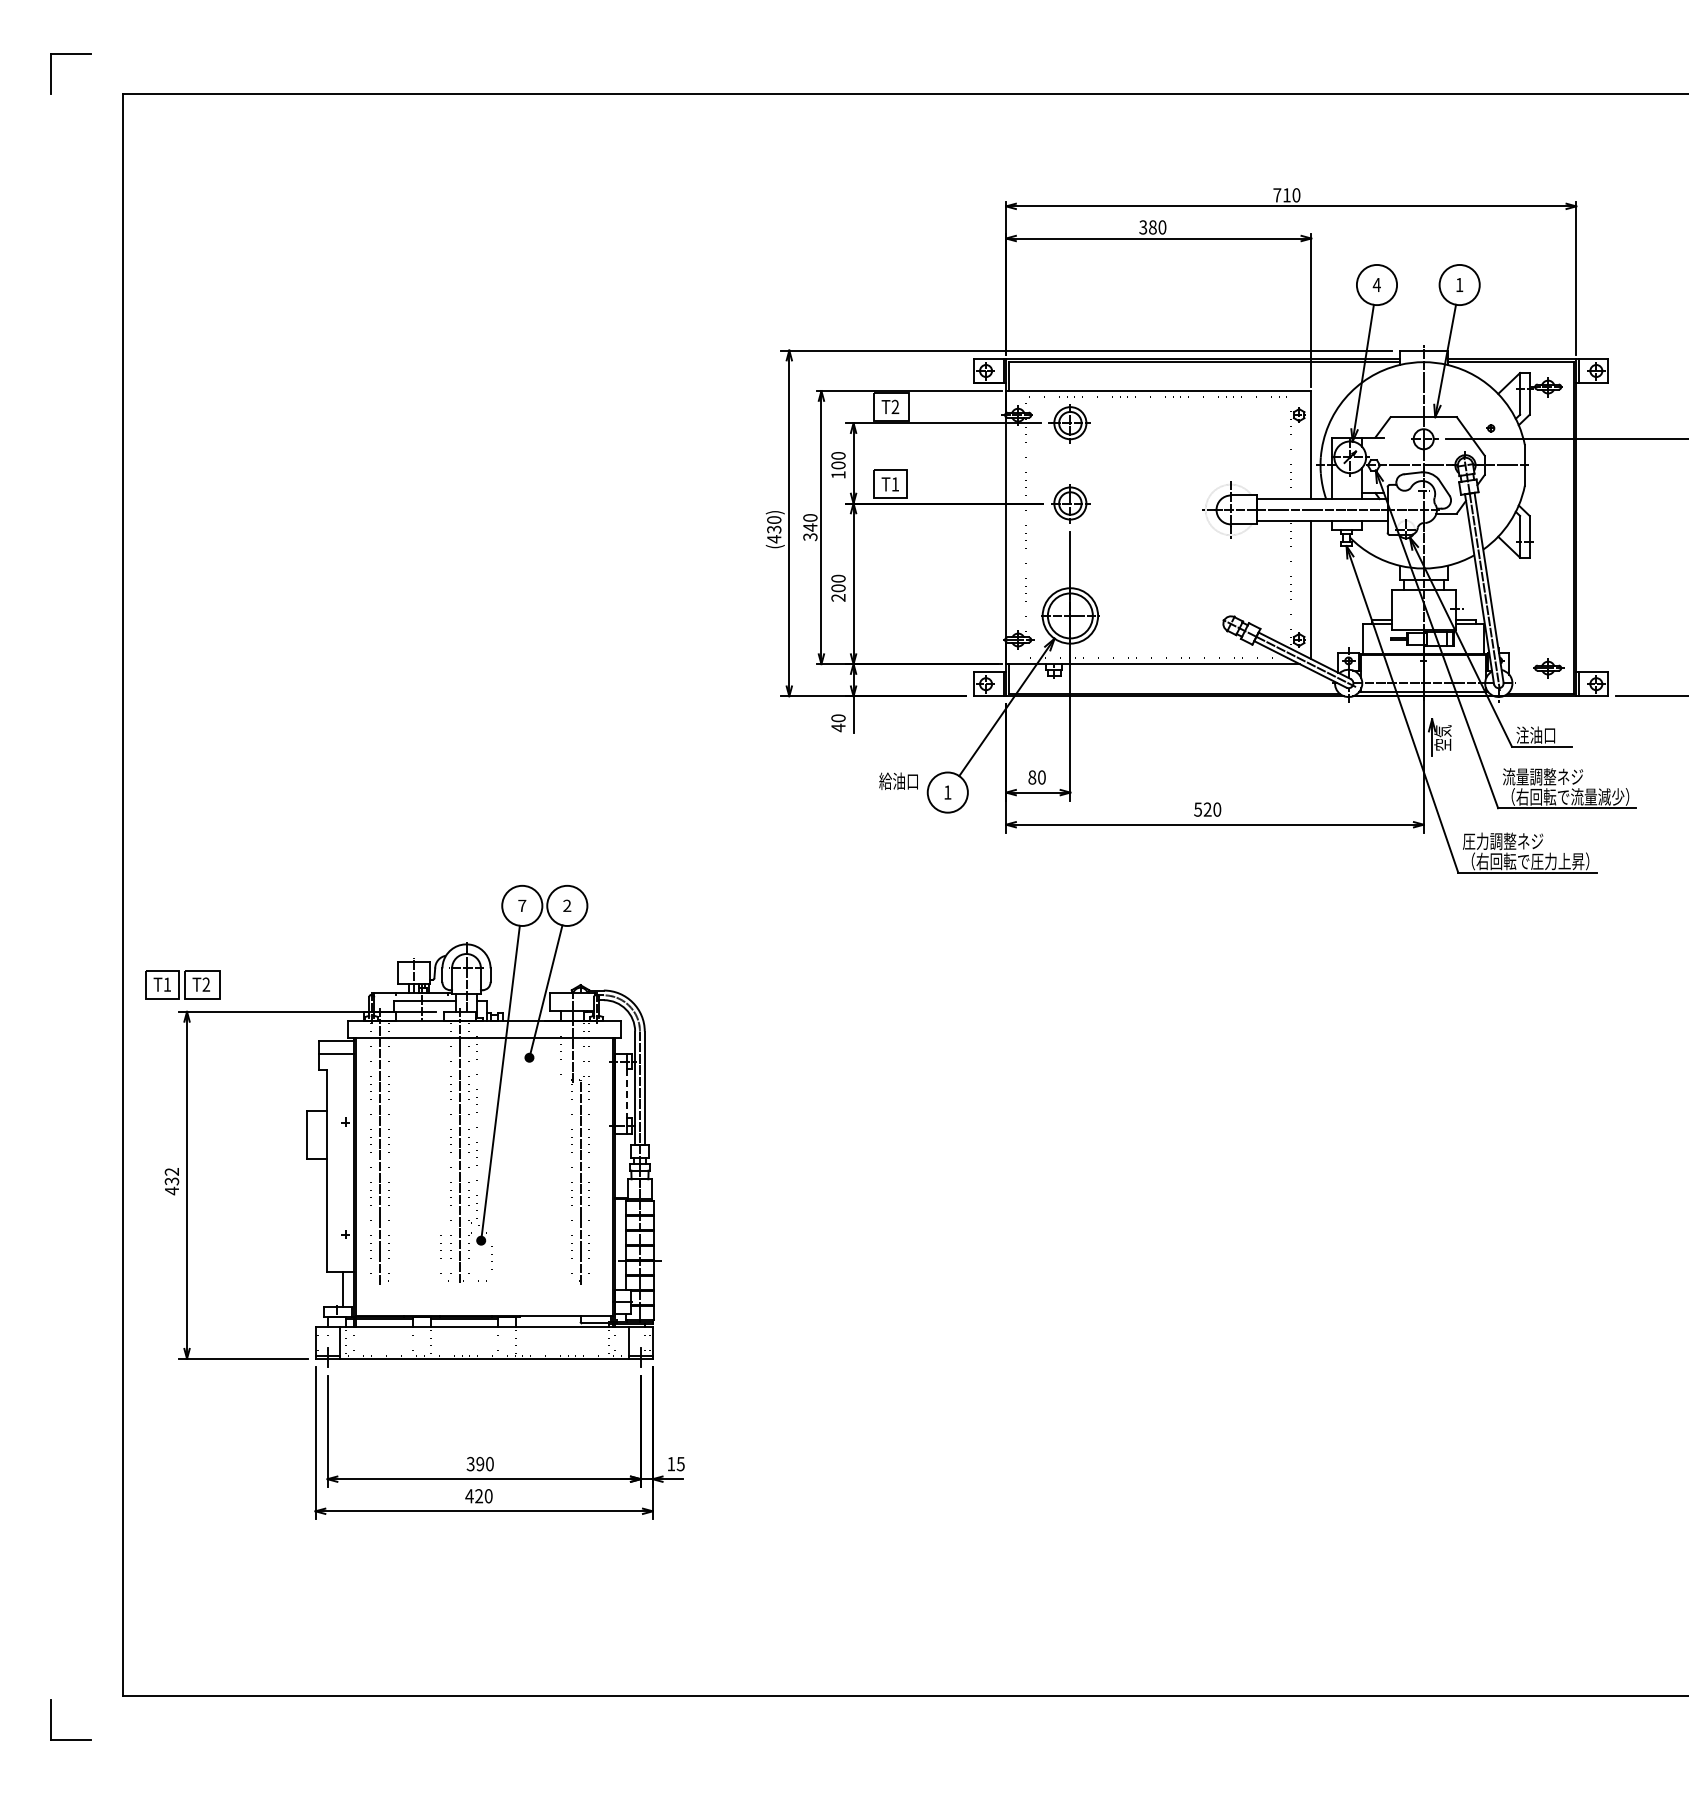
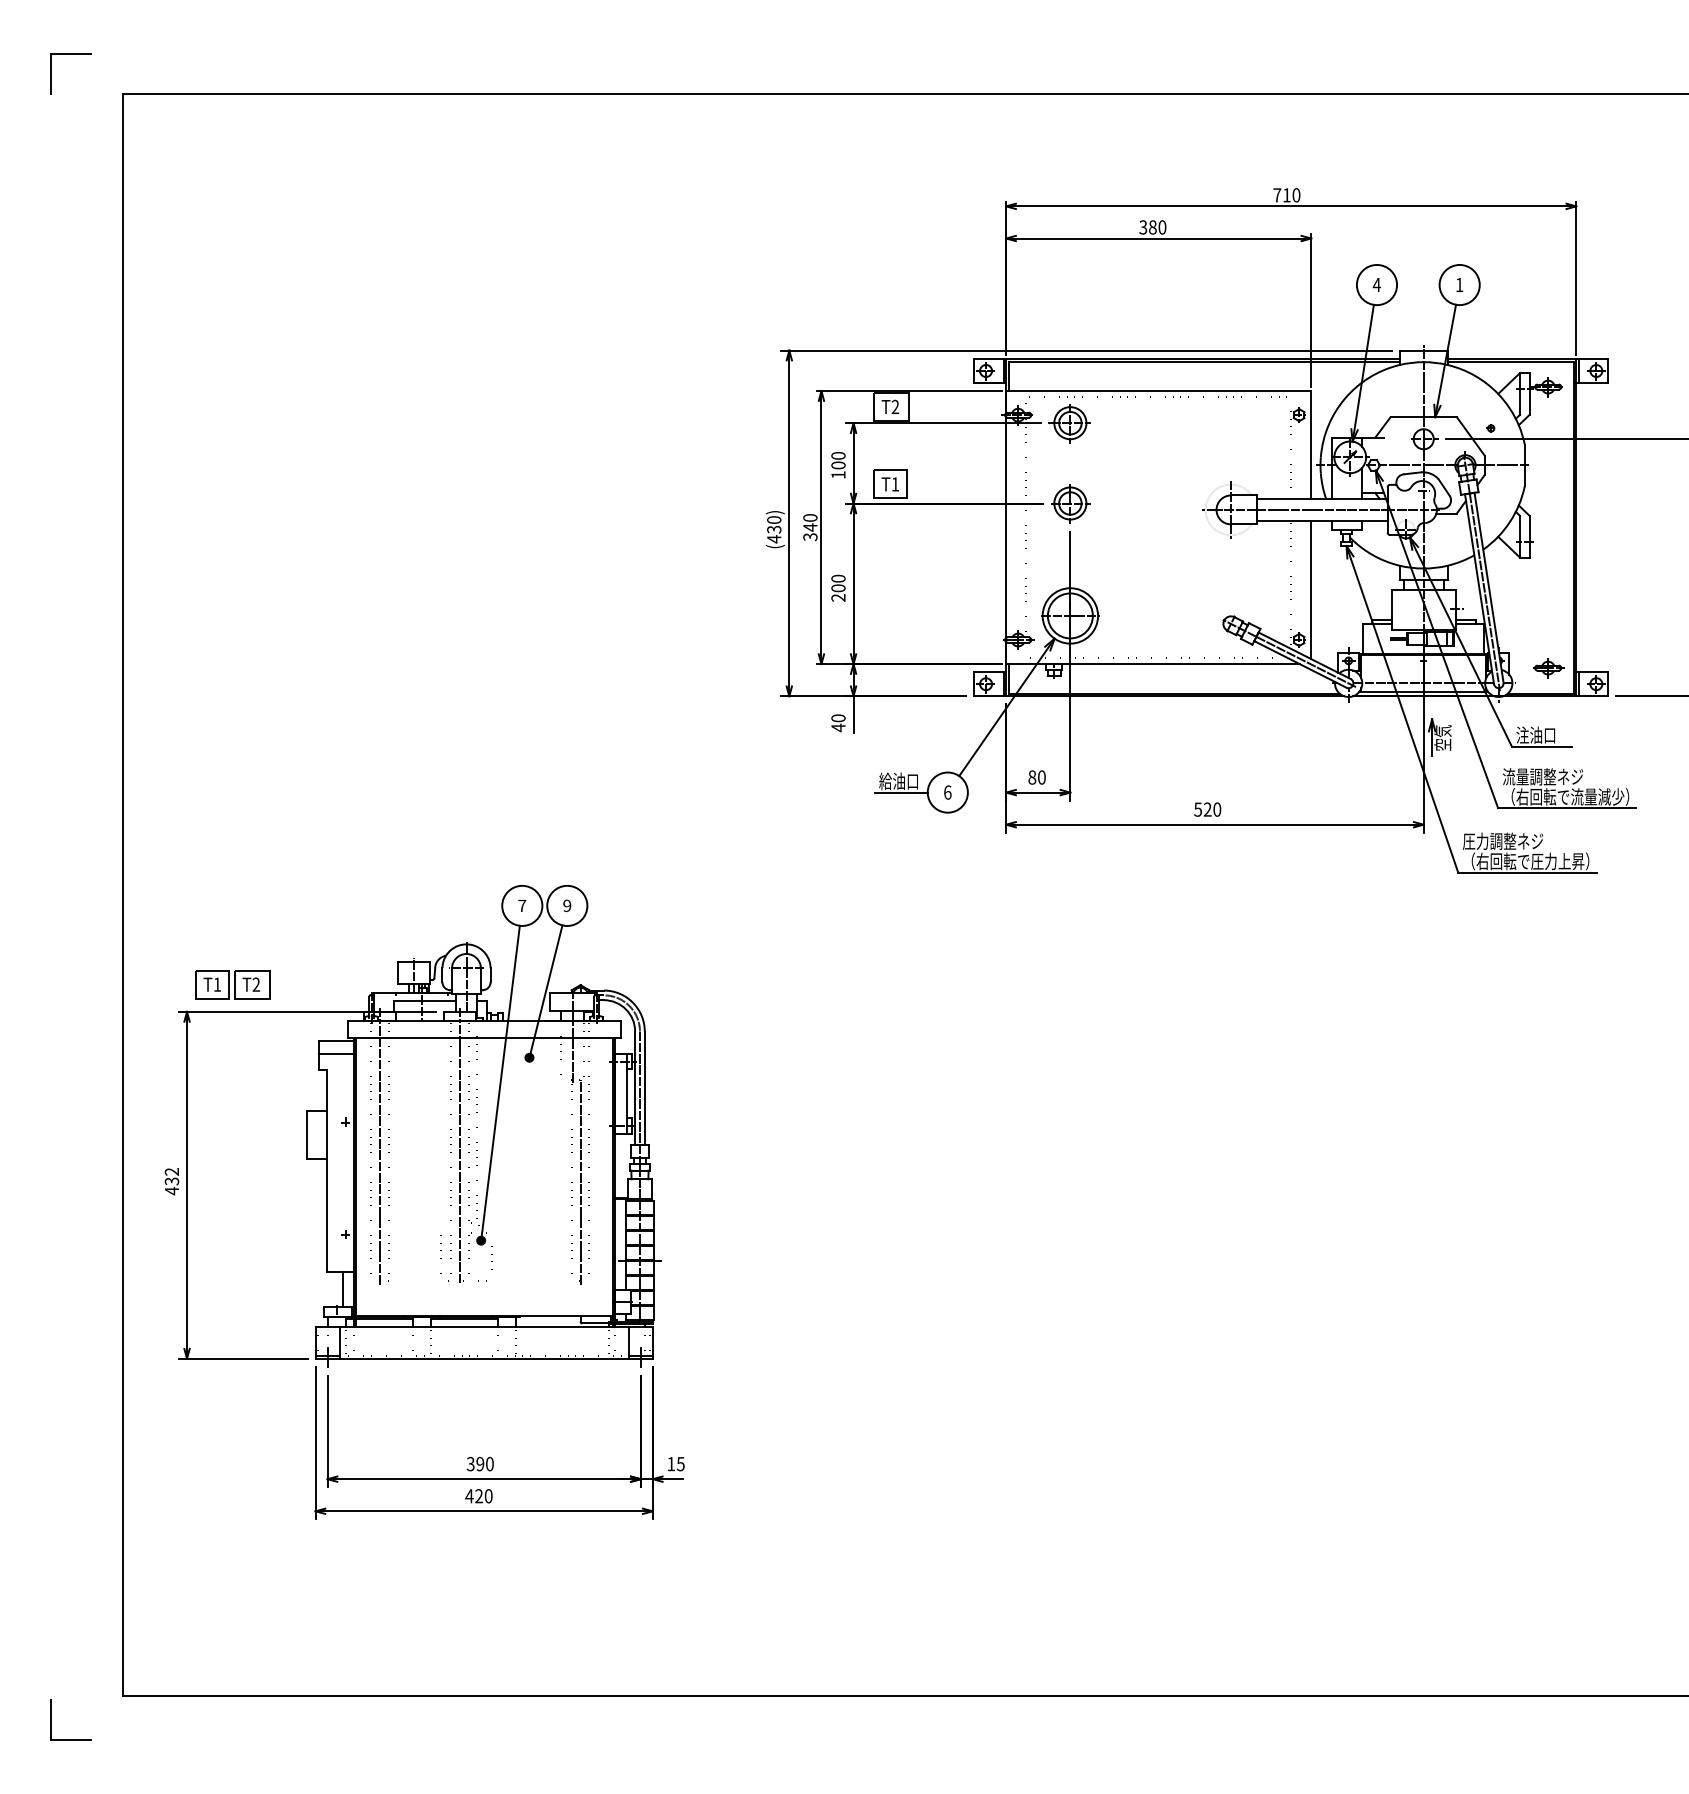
line at (900, 792): none -> present
text at (947, 792): 1 -> 6
text at (567, 906): 2 -> 9
part at (182, 984) position: (182, 984) -> (232, 984)
line at (626, 1094): dashed -> solid
